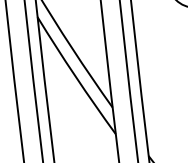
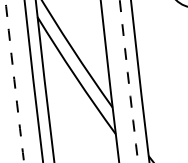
arc at (14, 81): solid -> dashed
arc at (128, 82): solid -> dashed
